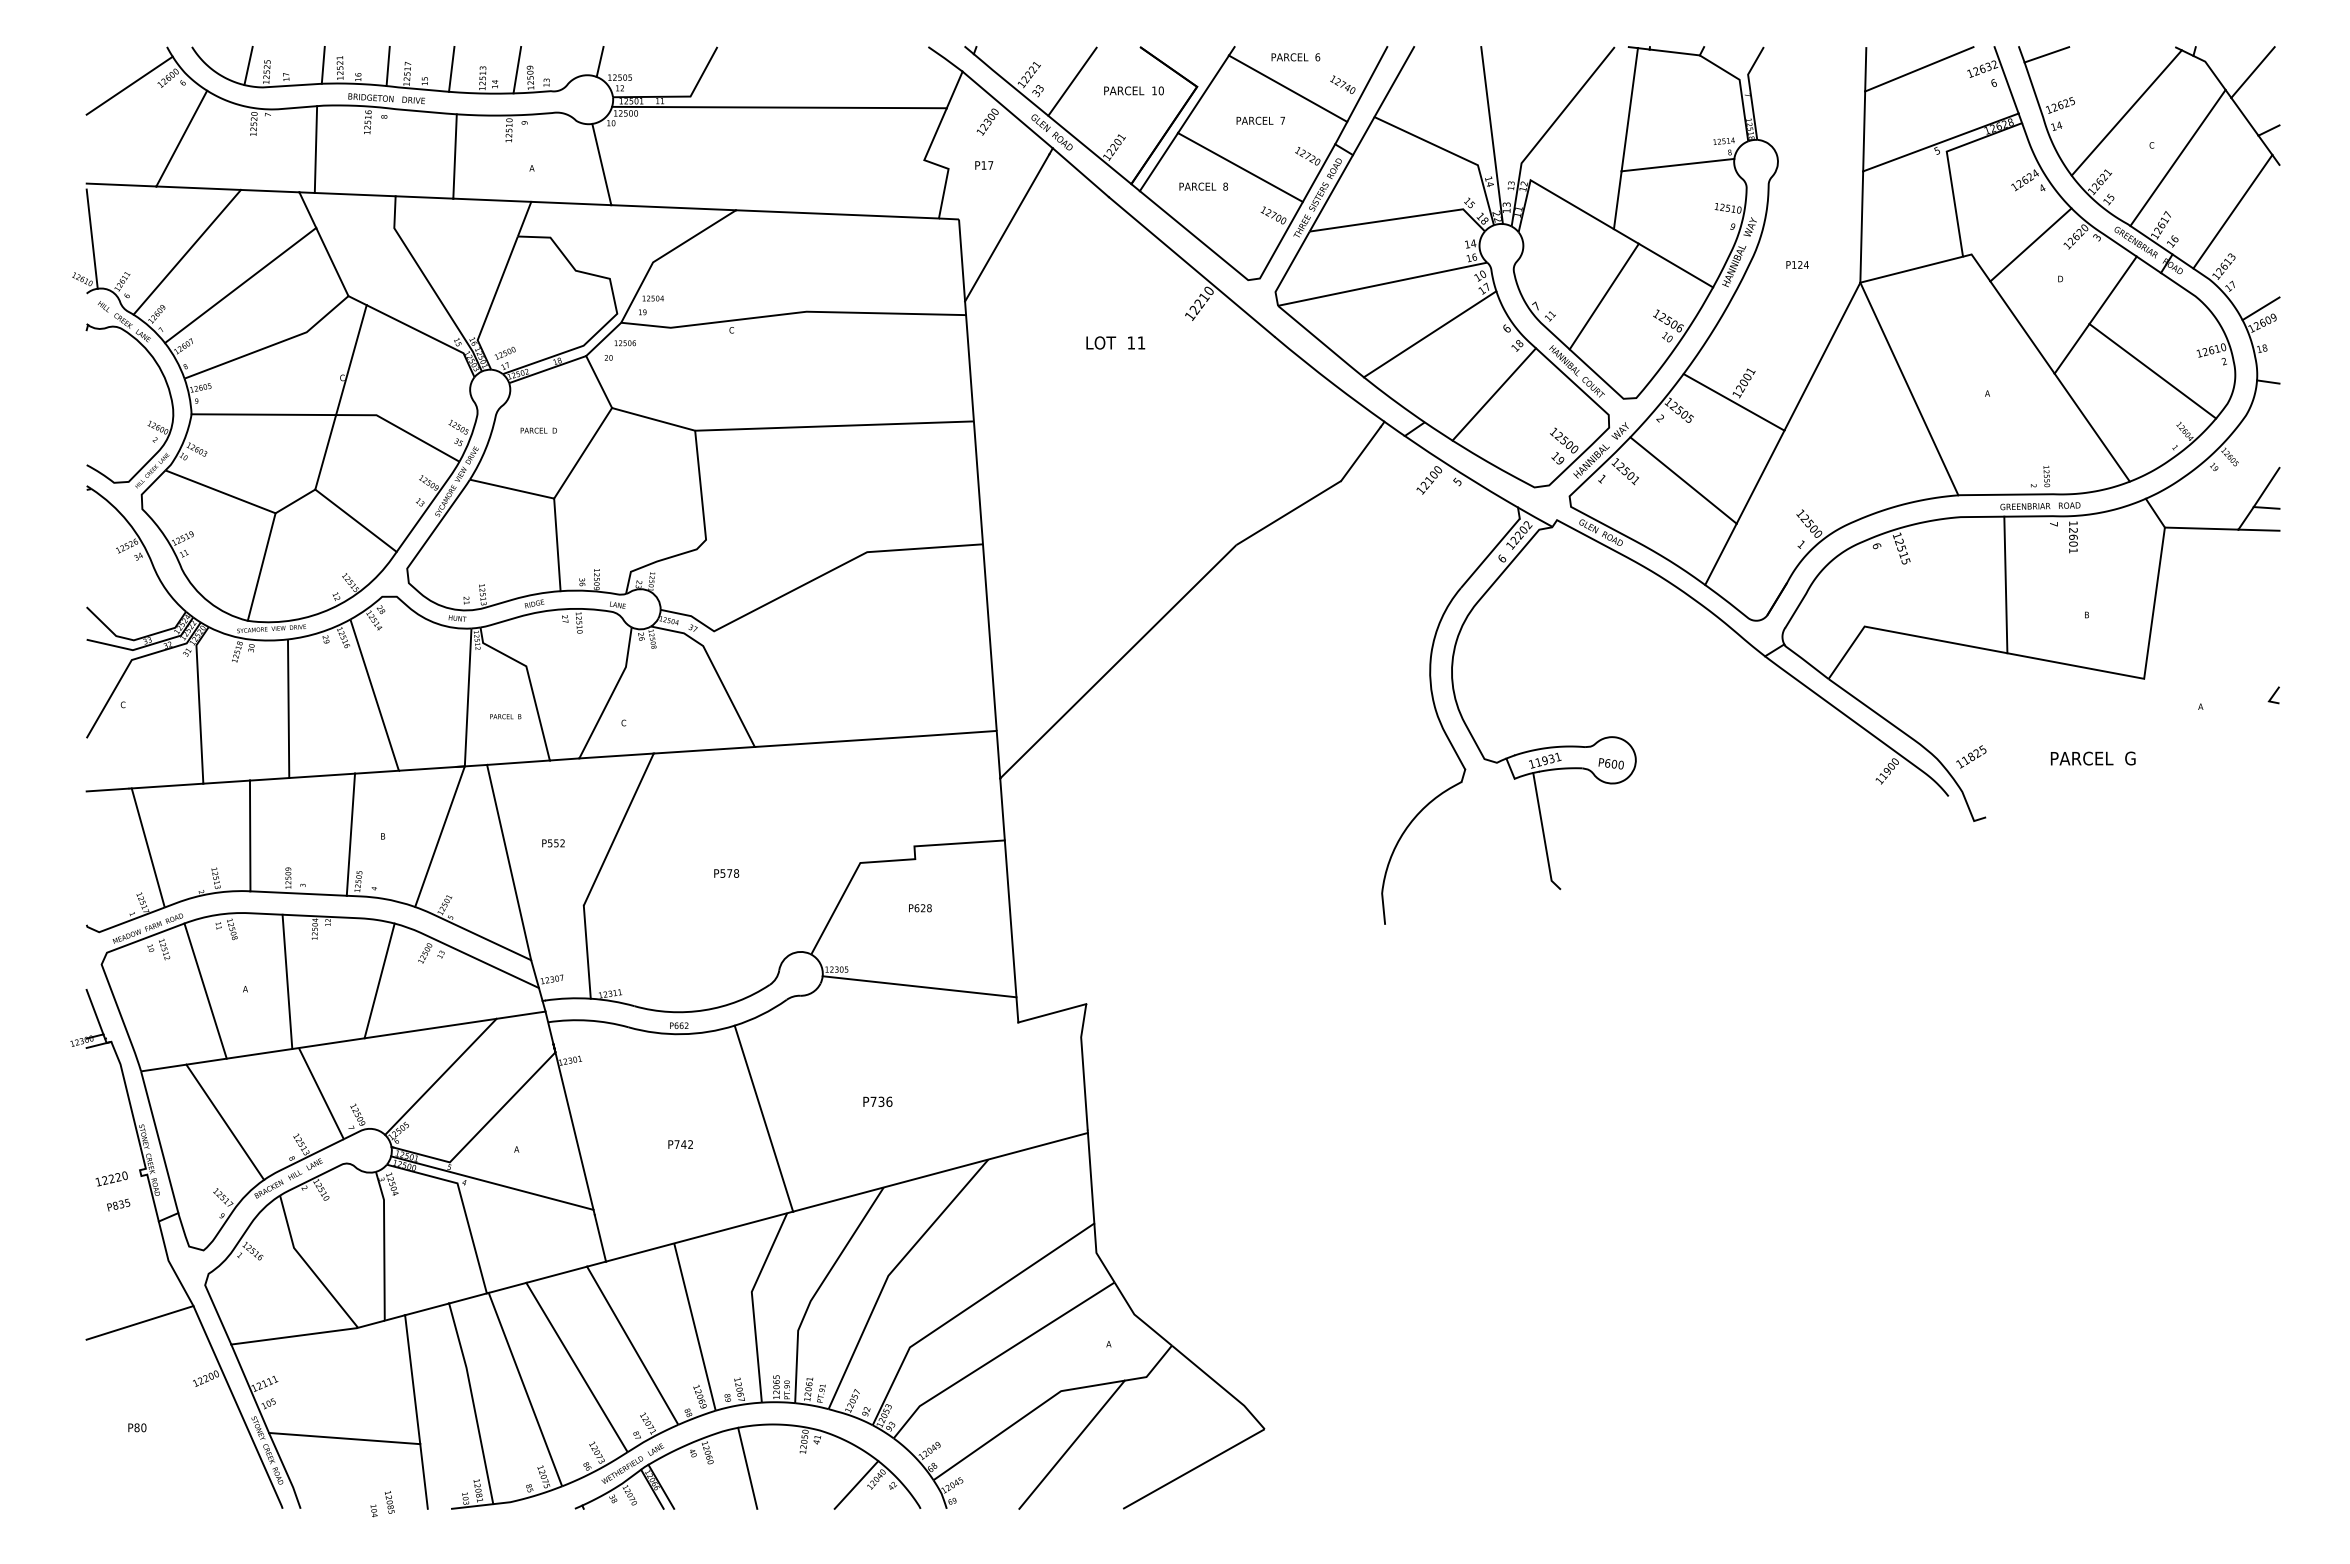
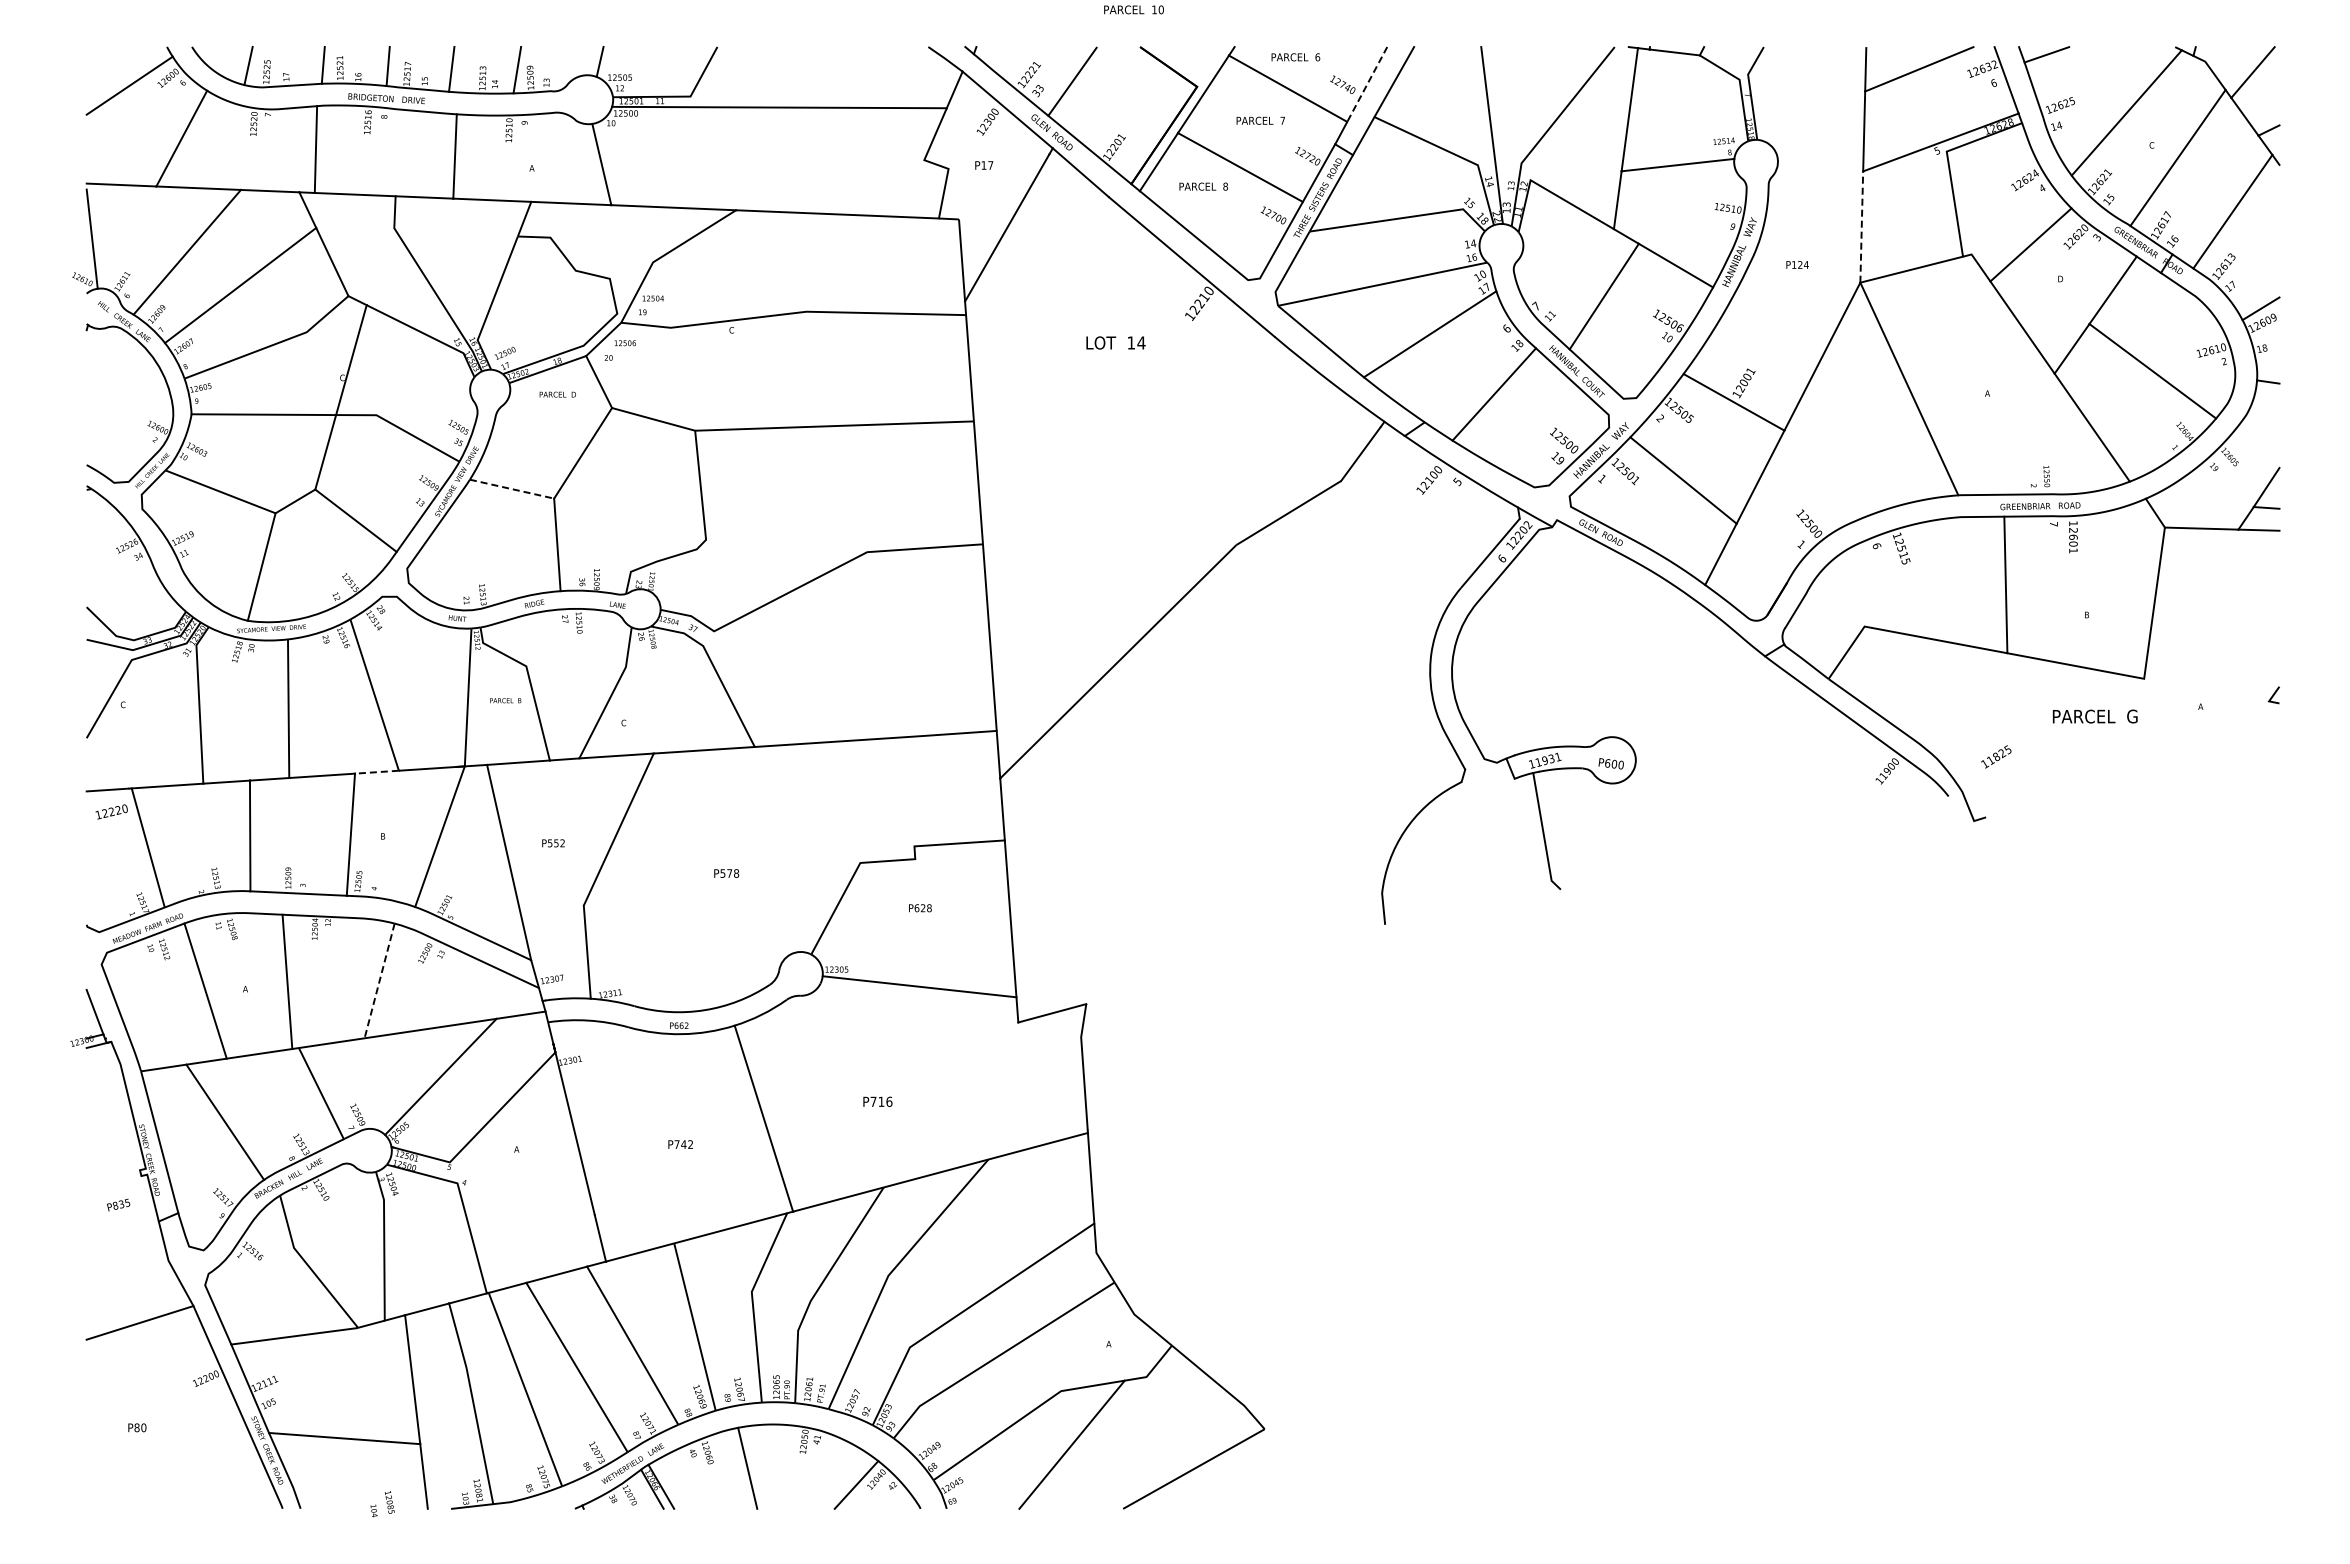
line at (1367, 84): solid -> dashed
text at (1133, 90) position: (1133, 90) -> (1133, 9)
line at (1861, 225): solid -> dashed
text at (1141, 342): 11 -> 14
text at (538, 430) position: (538, 430) -> (557, 394)
line at (511, 489): solid -> dashed
text at (505, 716) position: (505, 716) -> (505, 700)
text at (1971, 756) position: (1971, 756) -> (1996, 756)
text at (2092, 758) position: (2092, 758) -> (2094, 716)
line at (376, 772): solid -> dashed
line at (379, 981): solid -> dashed
text at (881, 1101): P736 -> P716
text at (111, 1178) position: (111, 1178) -> (111, 811)
line at (492, 1182): present -> none
